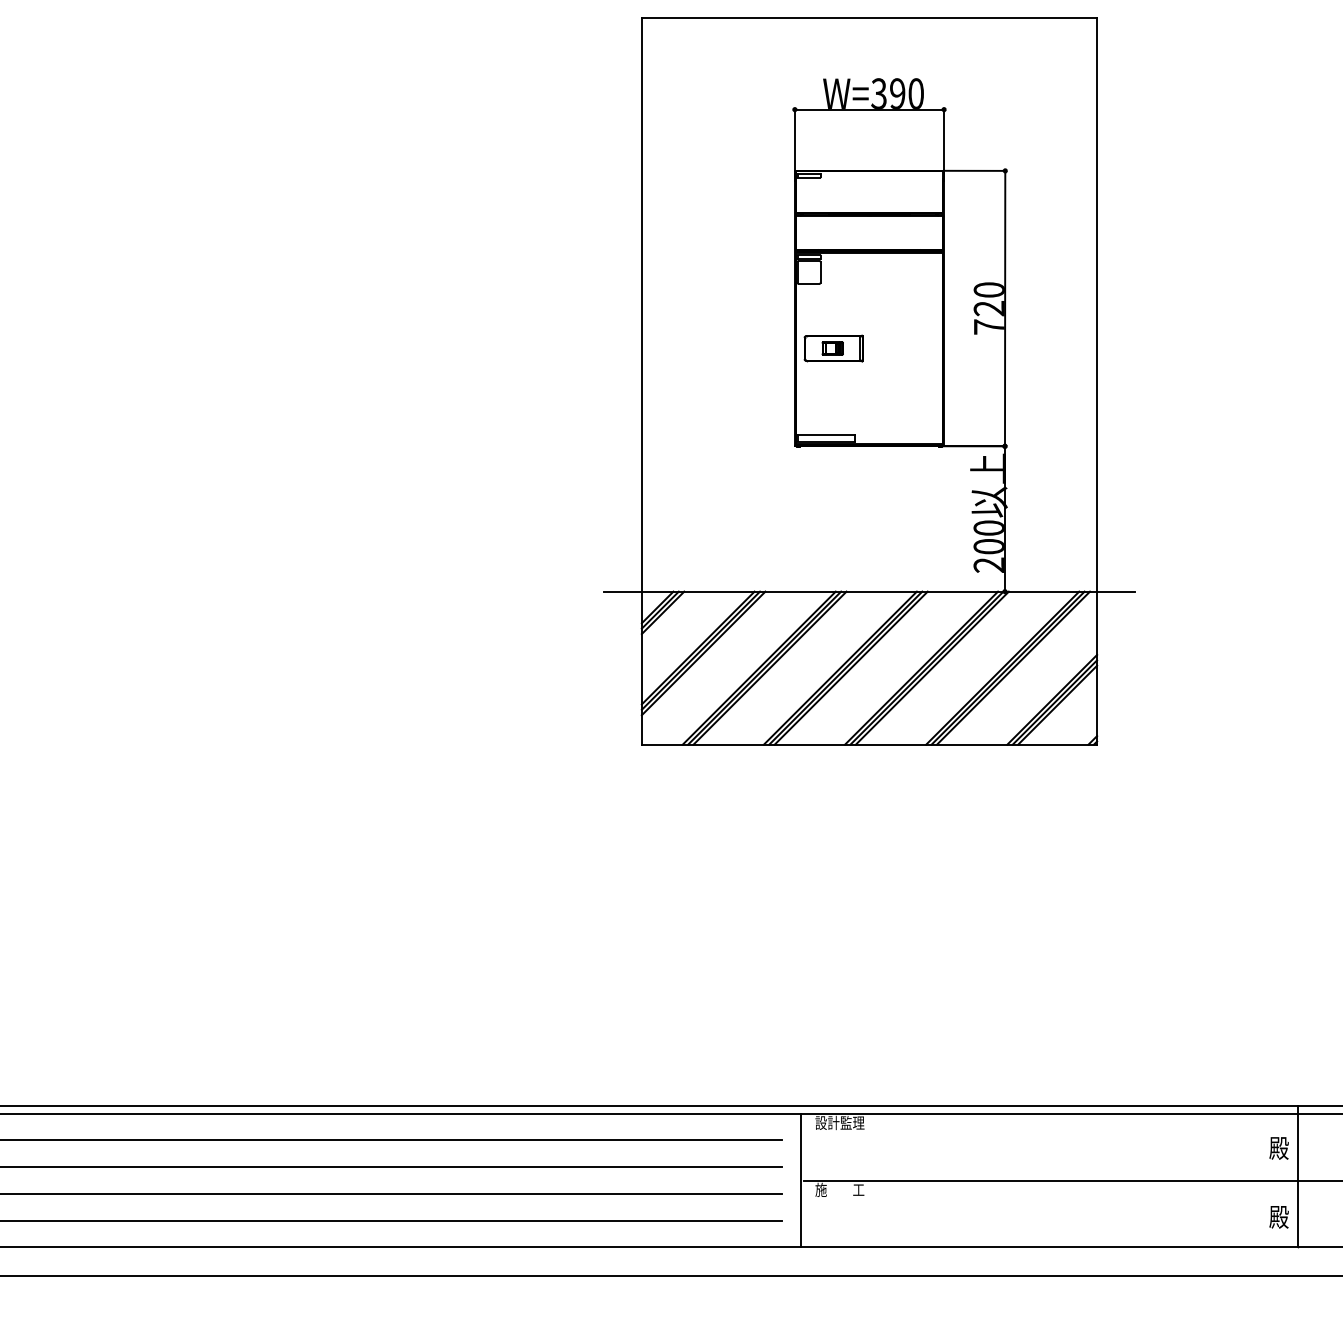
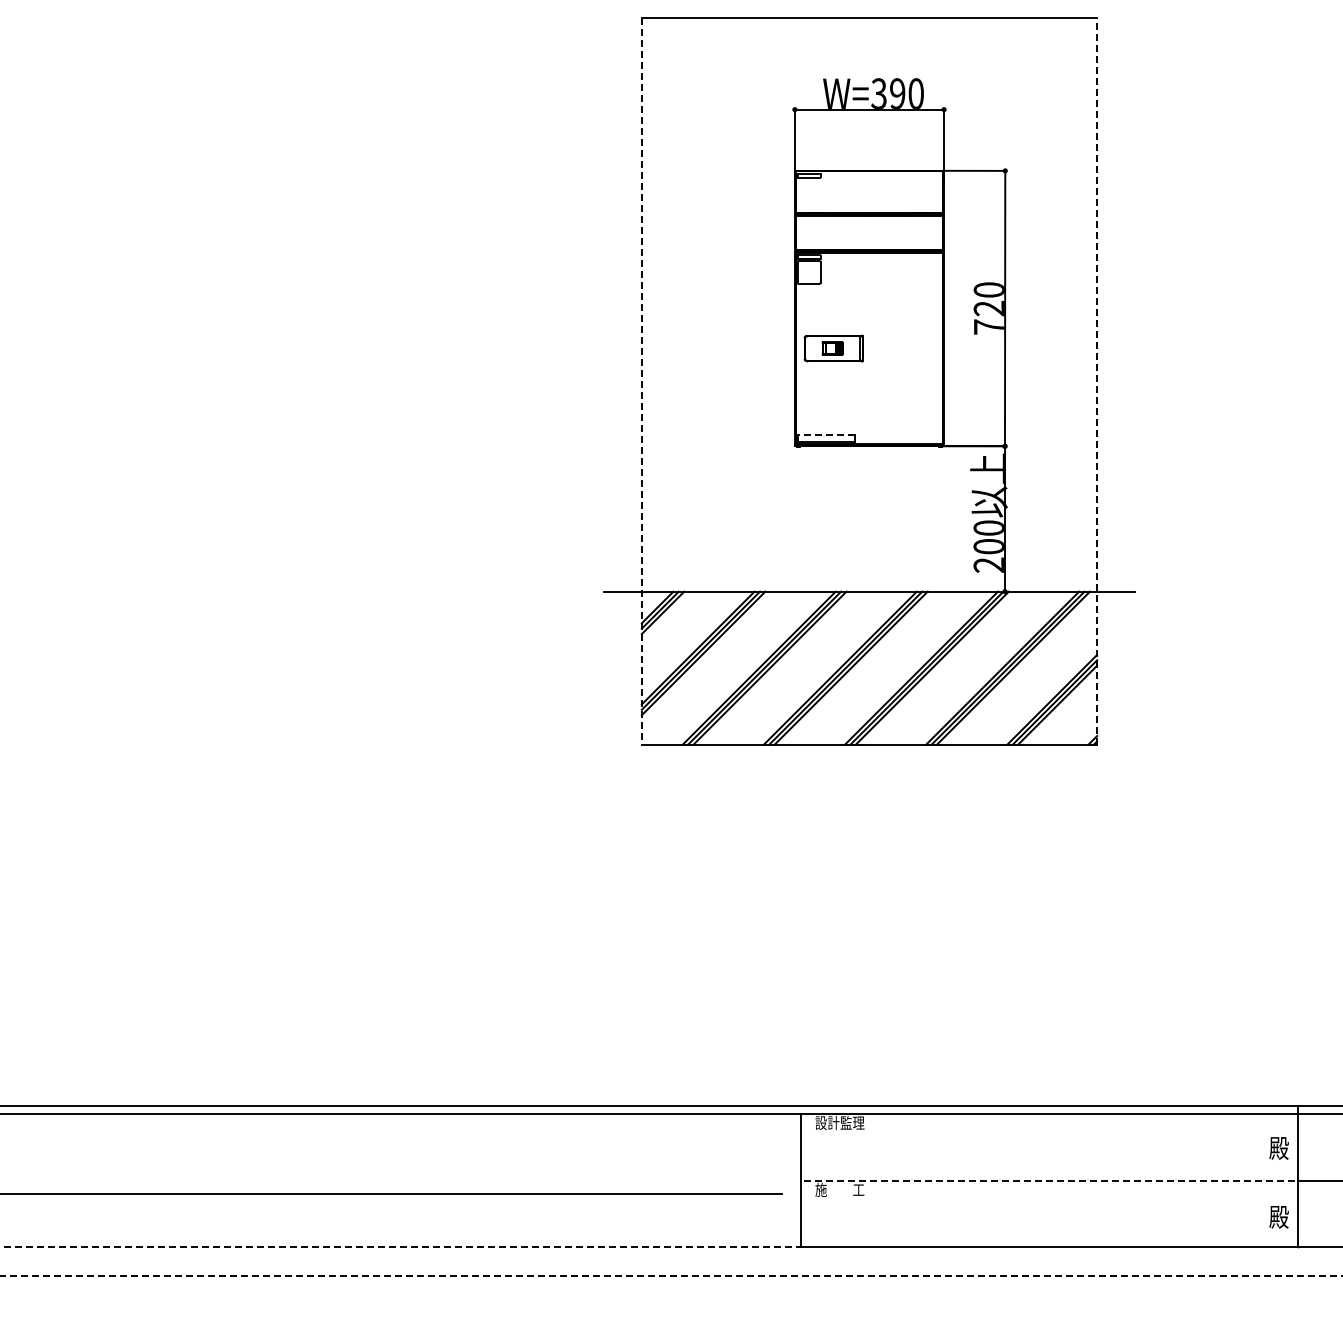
line at (1097, 380): solid -> dashed
line at (641, 381): solid -> dashed
line at (825, 434): solid -> dashed
line at (391, 1140): present -> none
line at (391, 1167): present -> none
line at (1051, 1180): solid -> dashed
line at (391, 1220): present -> none
line at (401, 1247): solid -> dashed
line at (671, 1276): solid -> dashed
